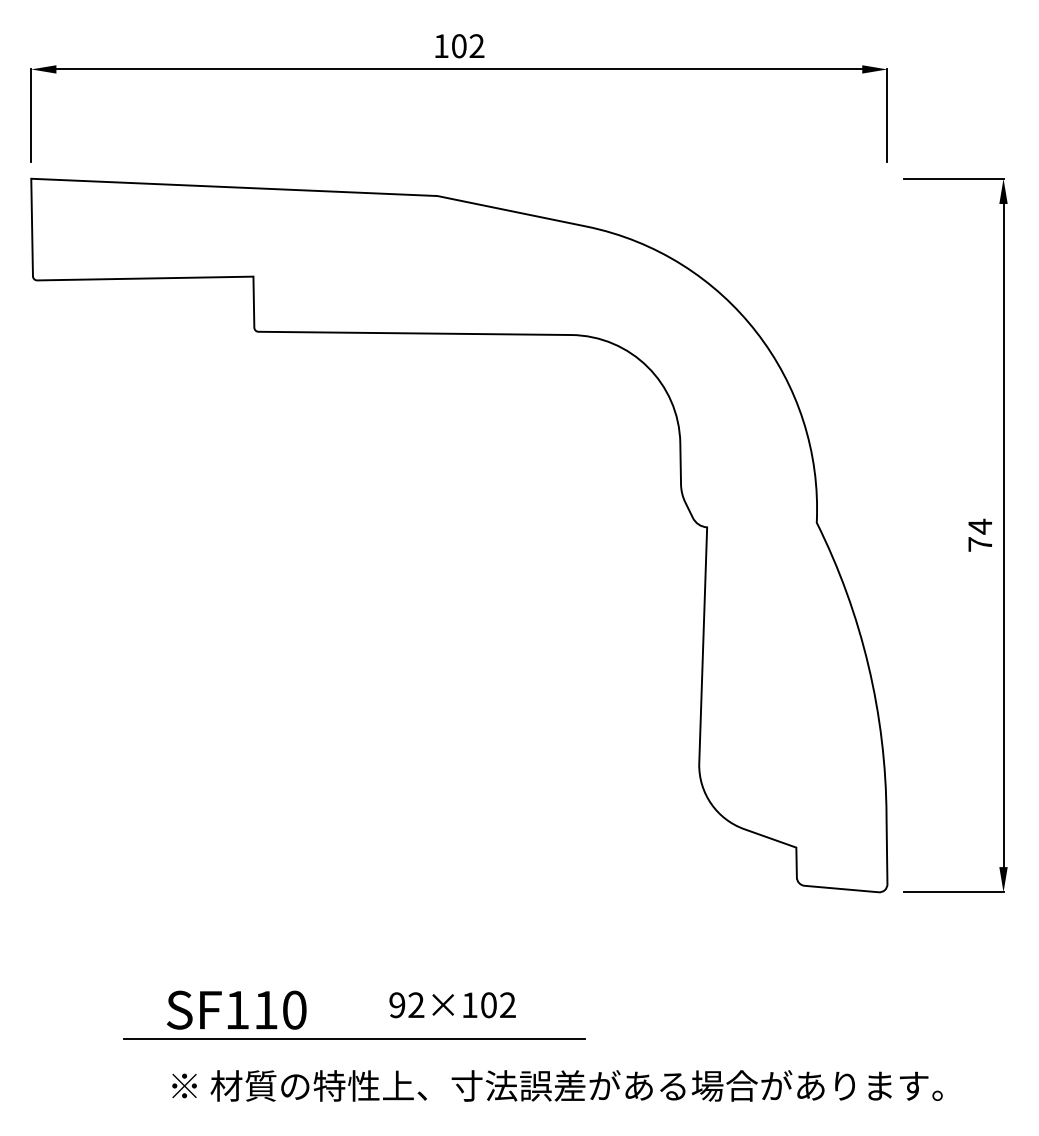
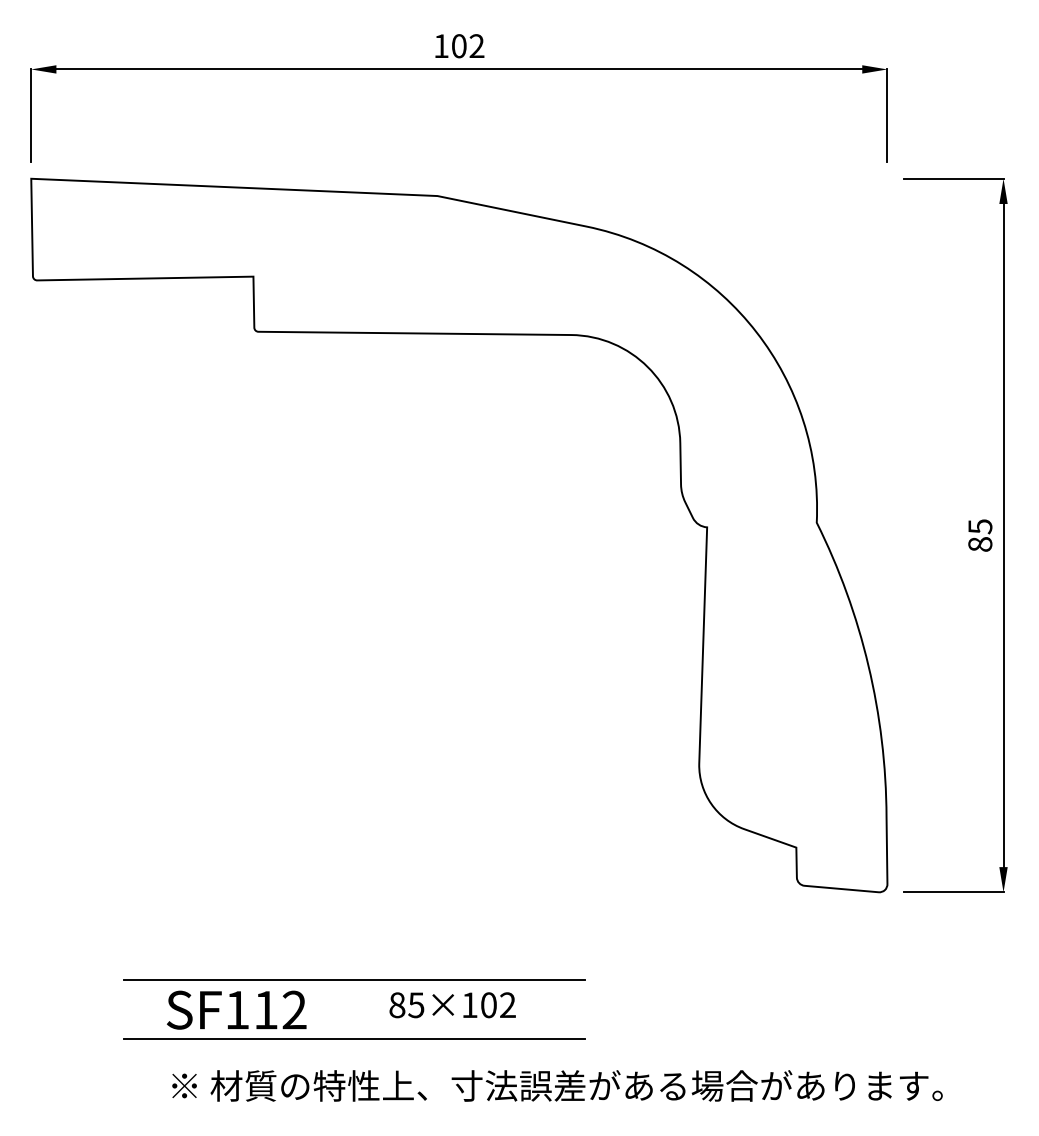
text at (980, 534): 74 -> 85
line at (354, 980): none -> present
text at (406, 1005): 92×102 -> 85×102
text at (294, 1009): SF110 -> SF112
